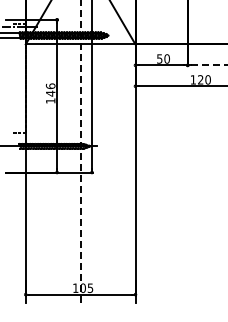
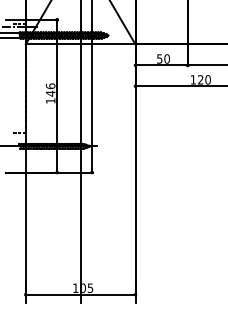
line at (209, 65): dashed -> solid
line at (80, 151): dashed -> solid
